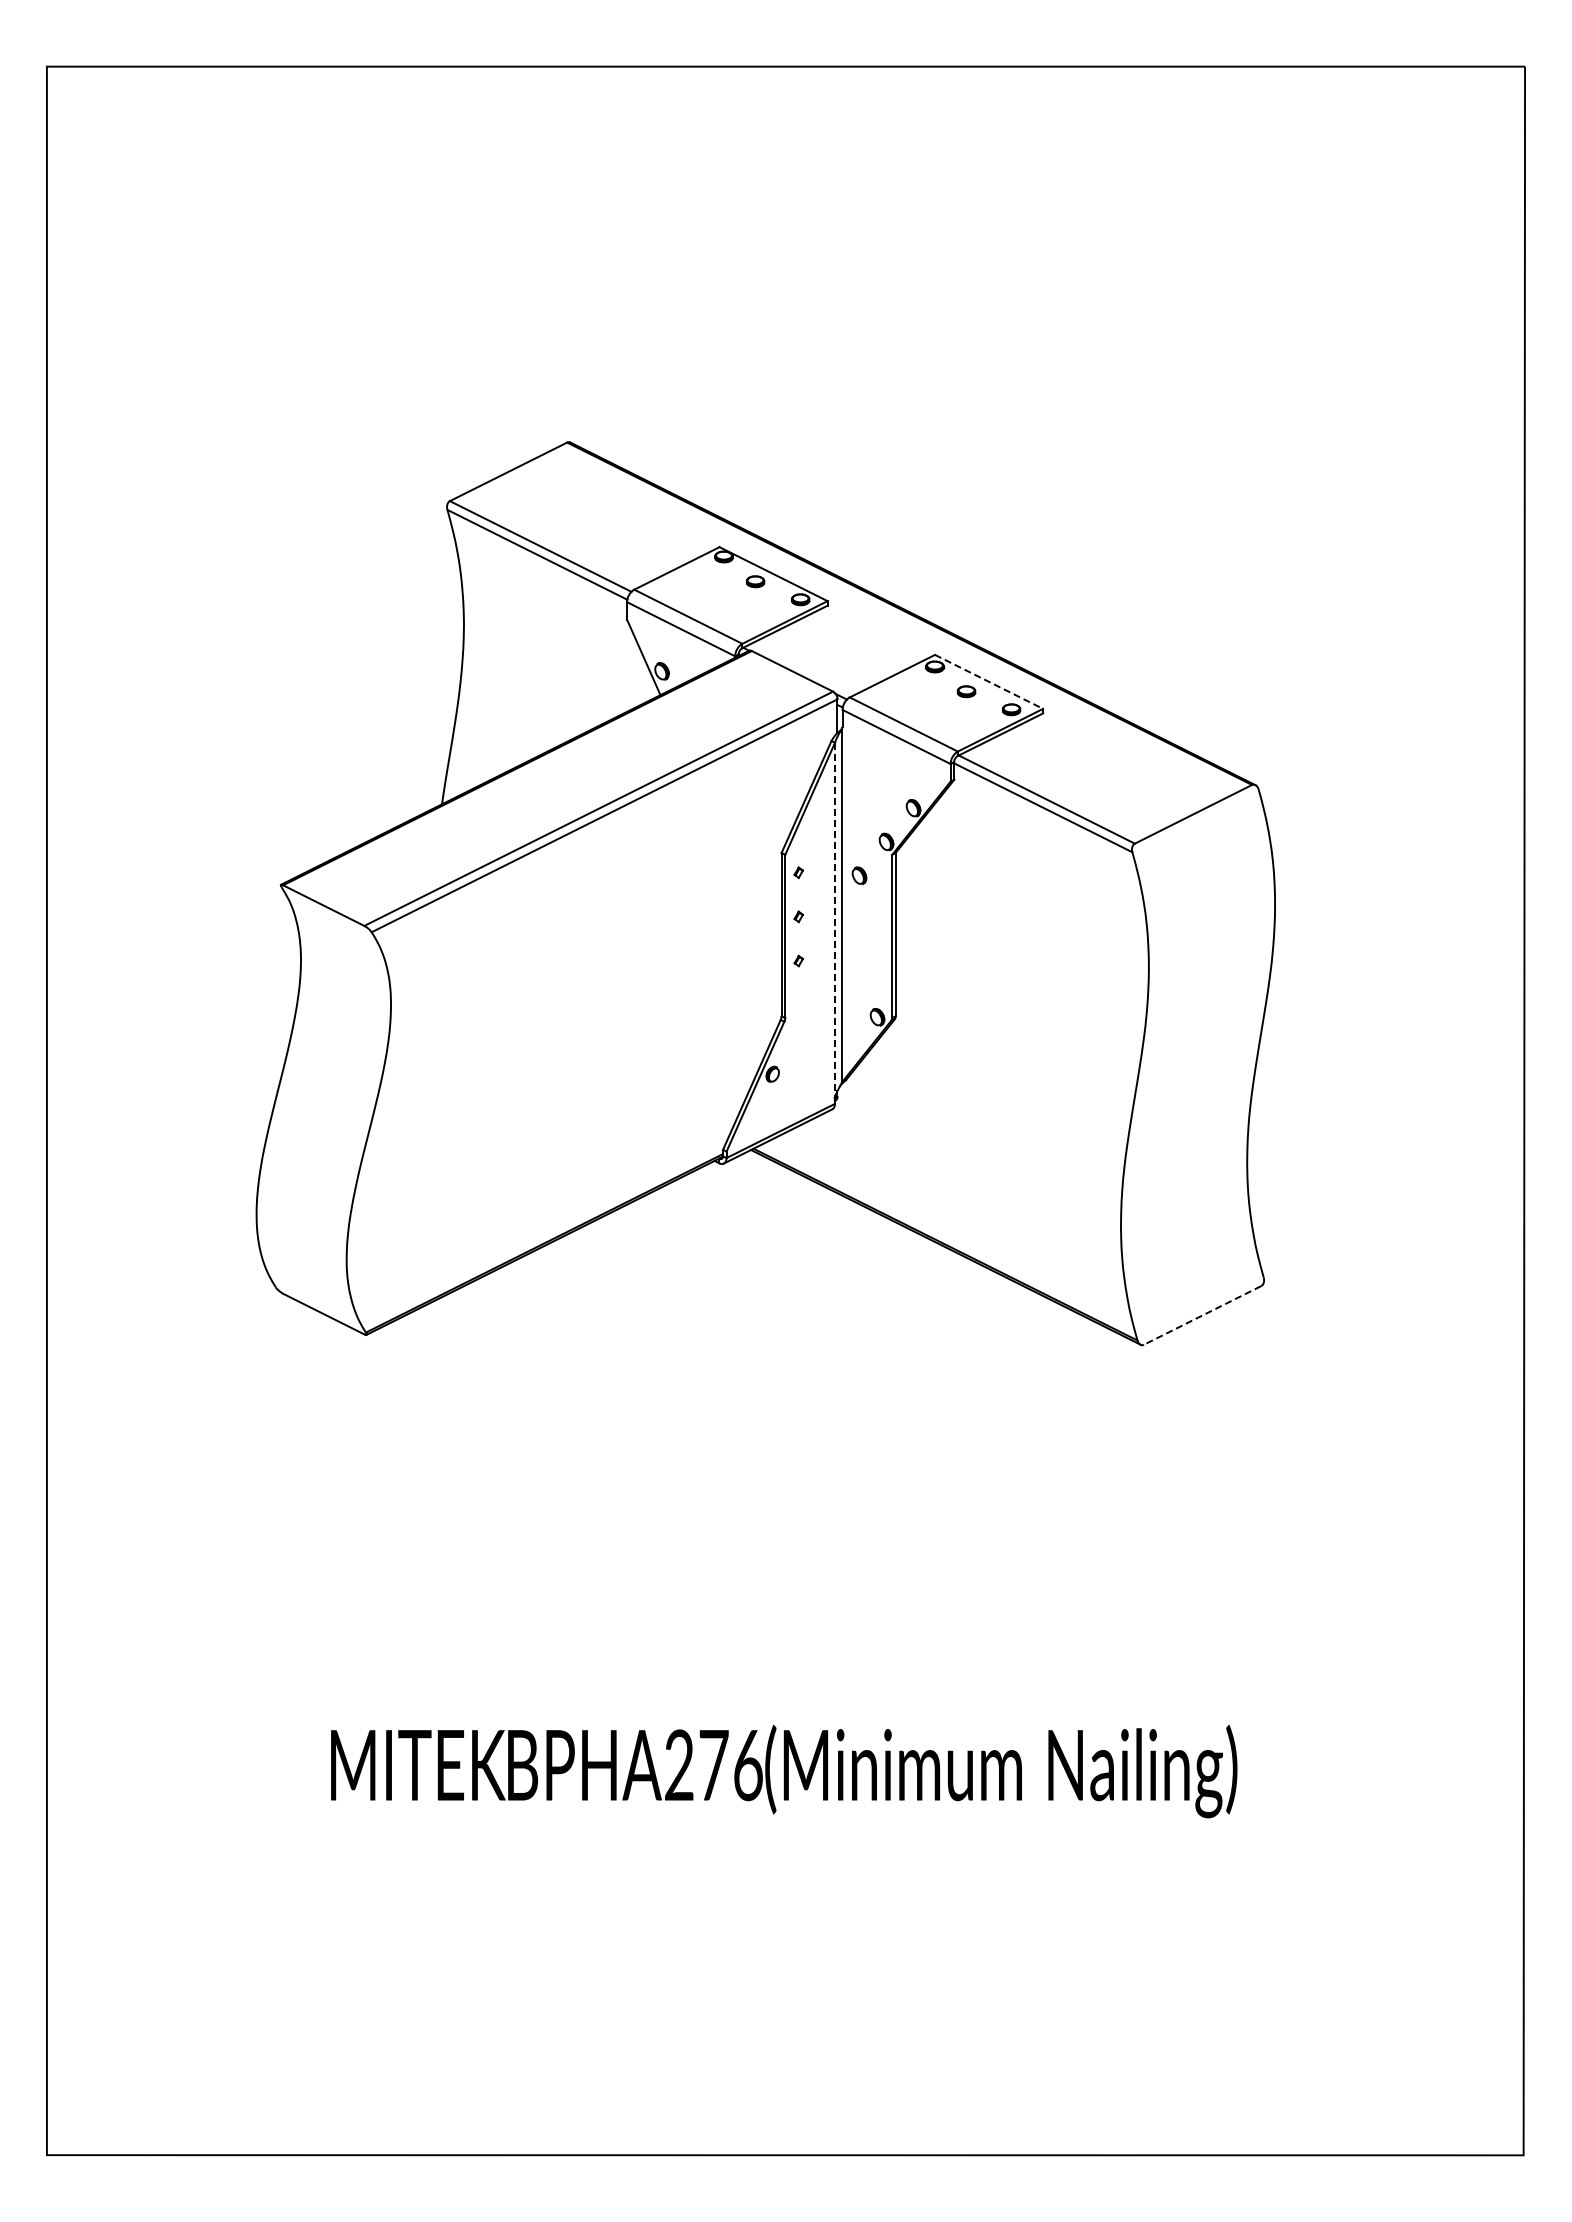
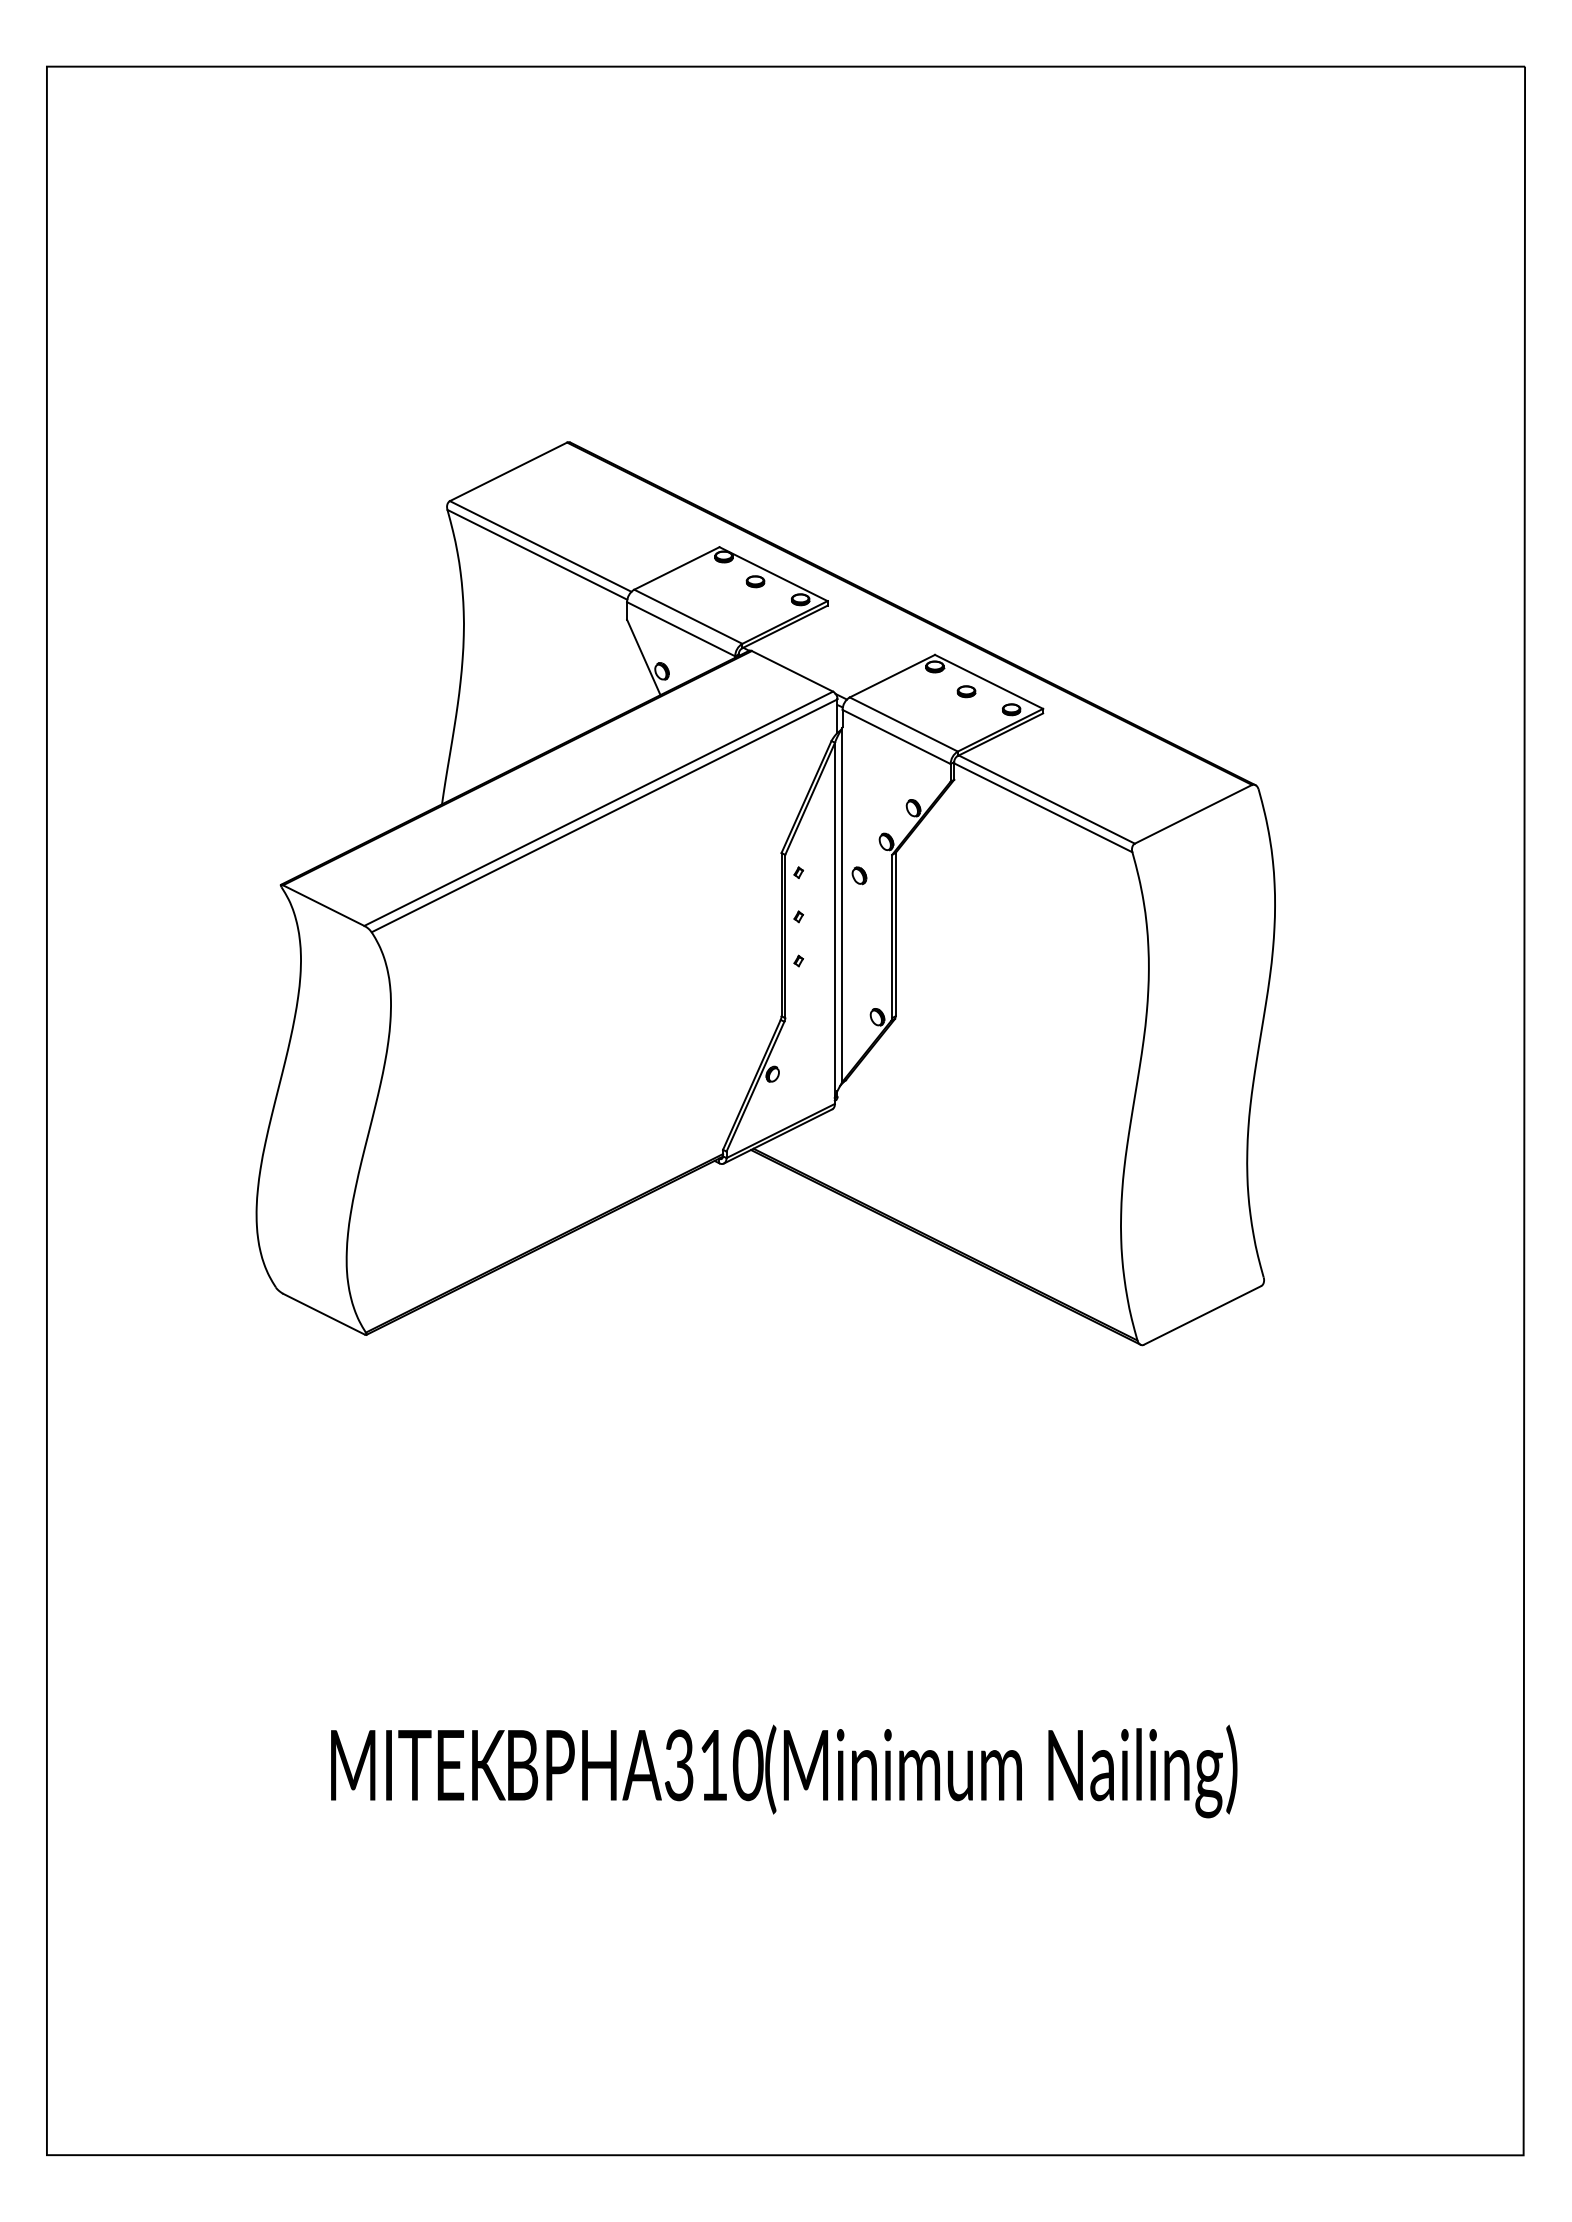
line at (989, 682): dashed -> solid
line at (835, 920): dashed -> solid
line at (1202, 1315): dashed -> solid
text at (714, 1765): BPHA276 -> BPHA310
